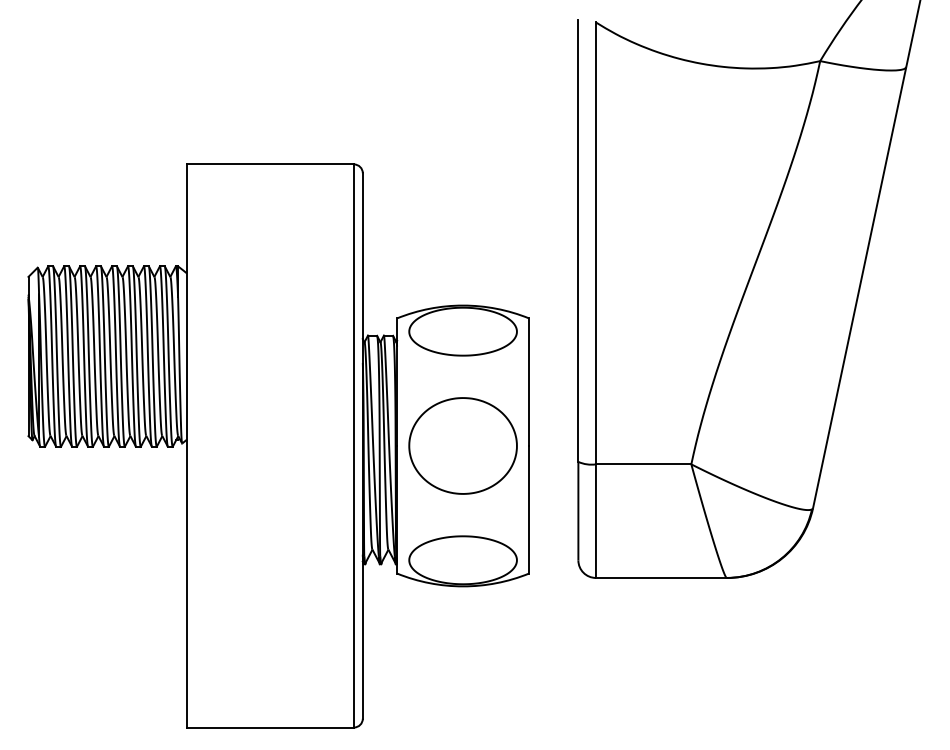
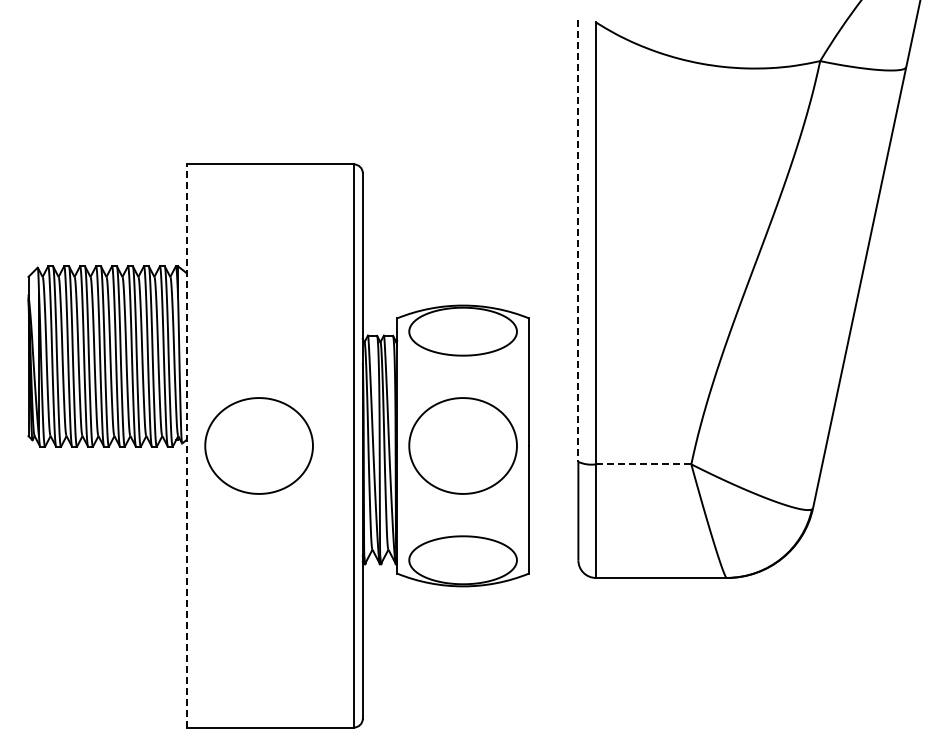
line at (578, 240): solid -> dashed
line at (186, 445): solid -> dashed
part at (258, 445): none -> present
line at (643, 464): solid -> dashed
